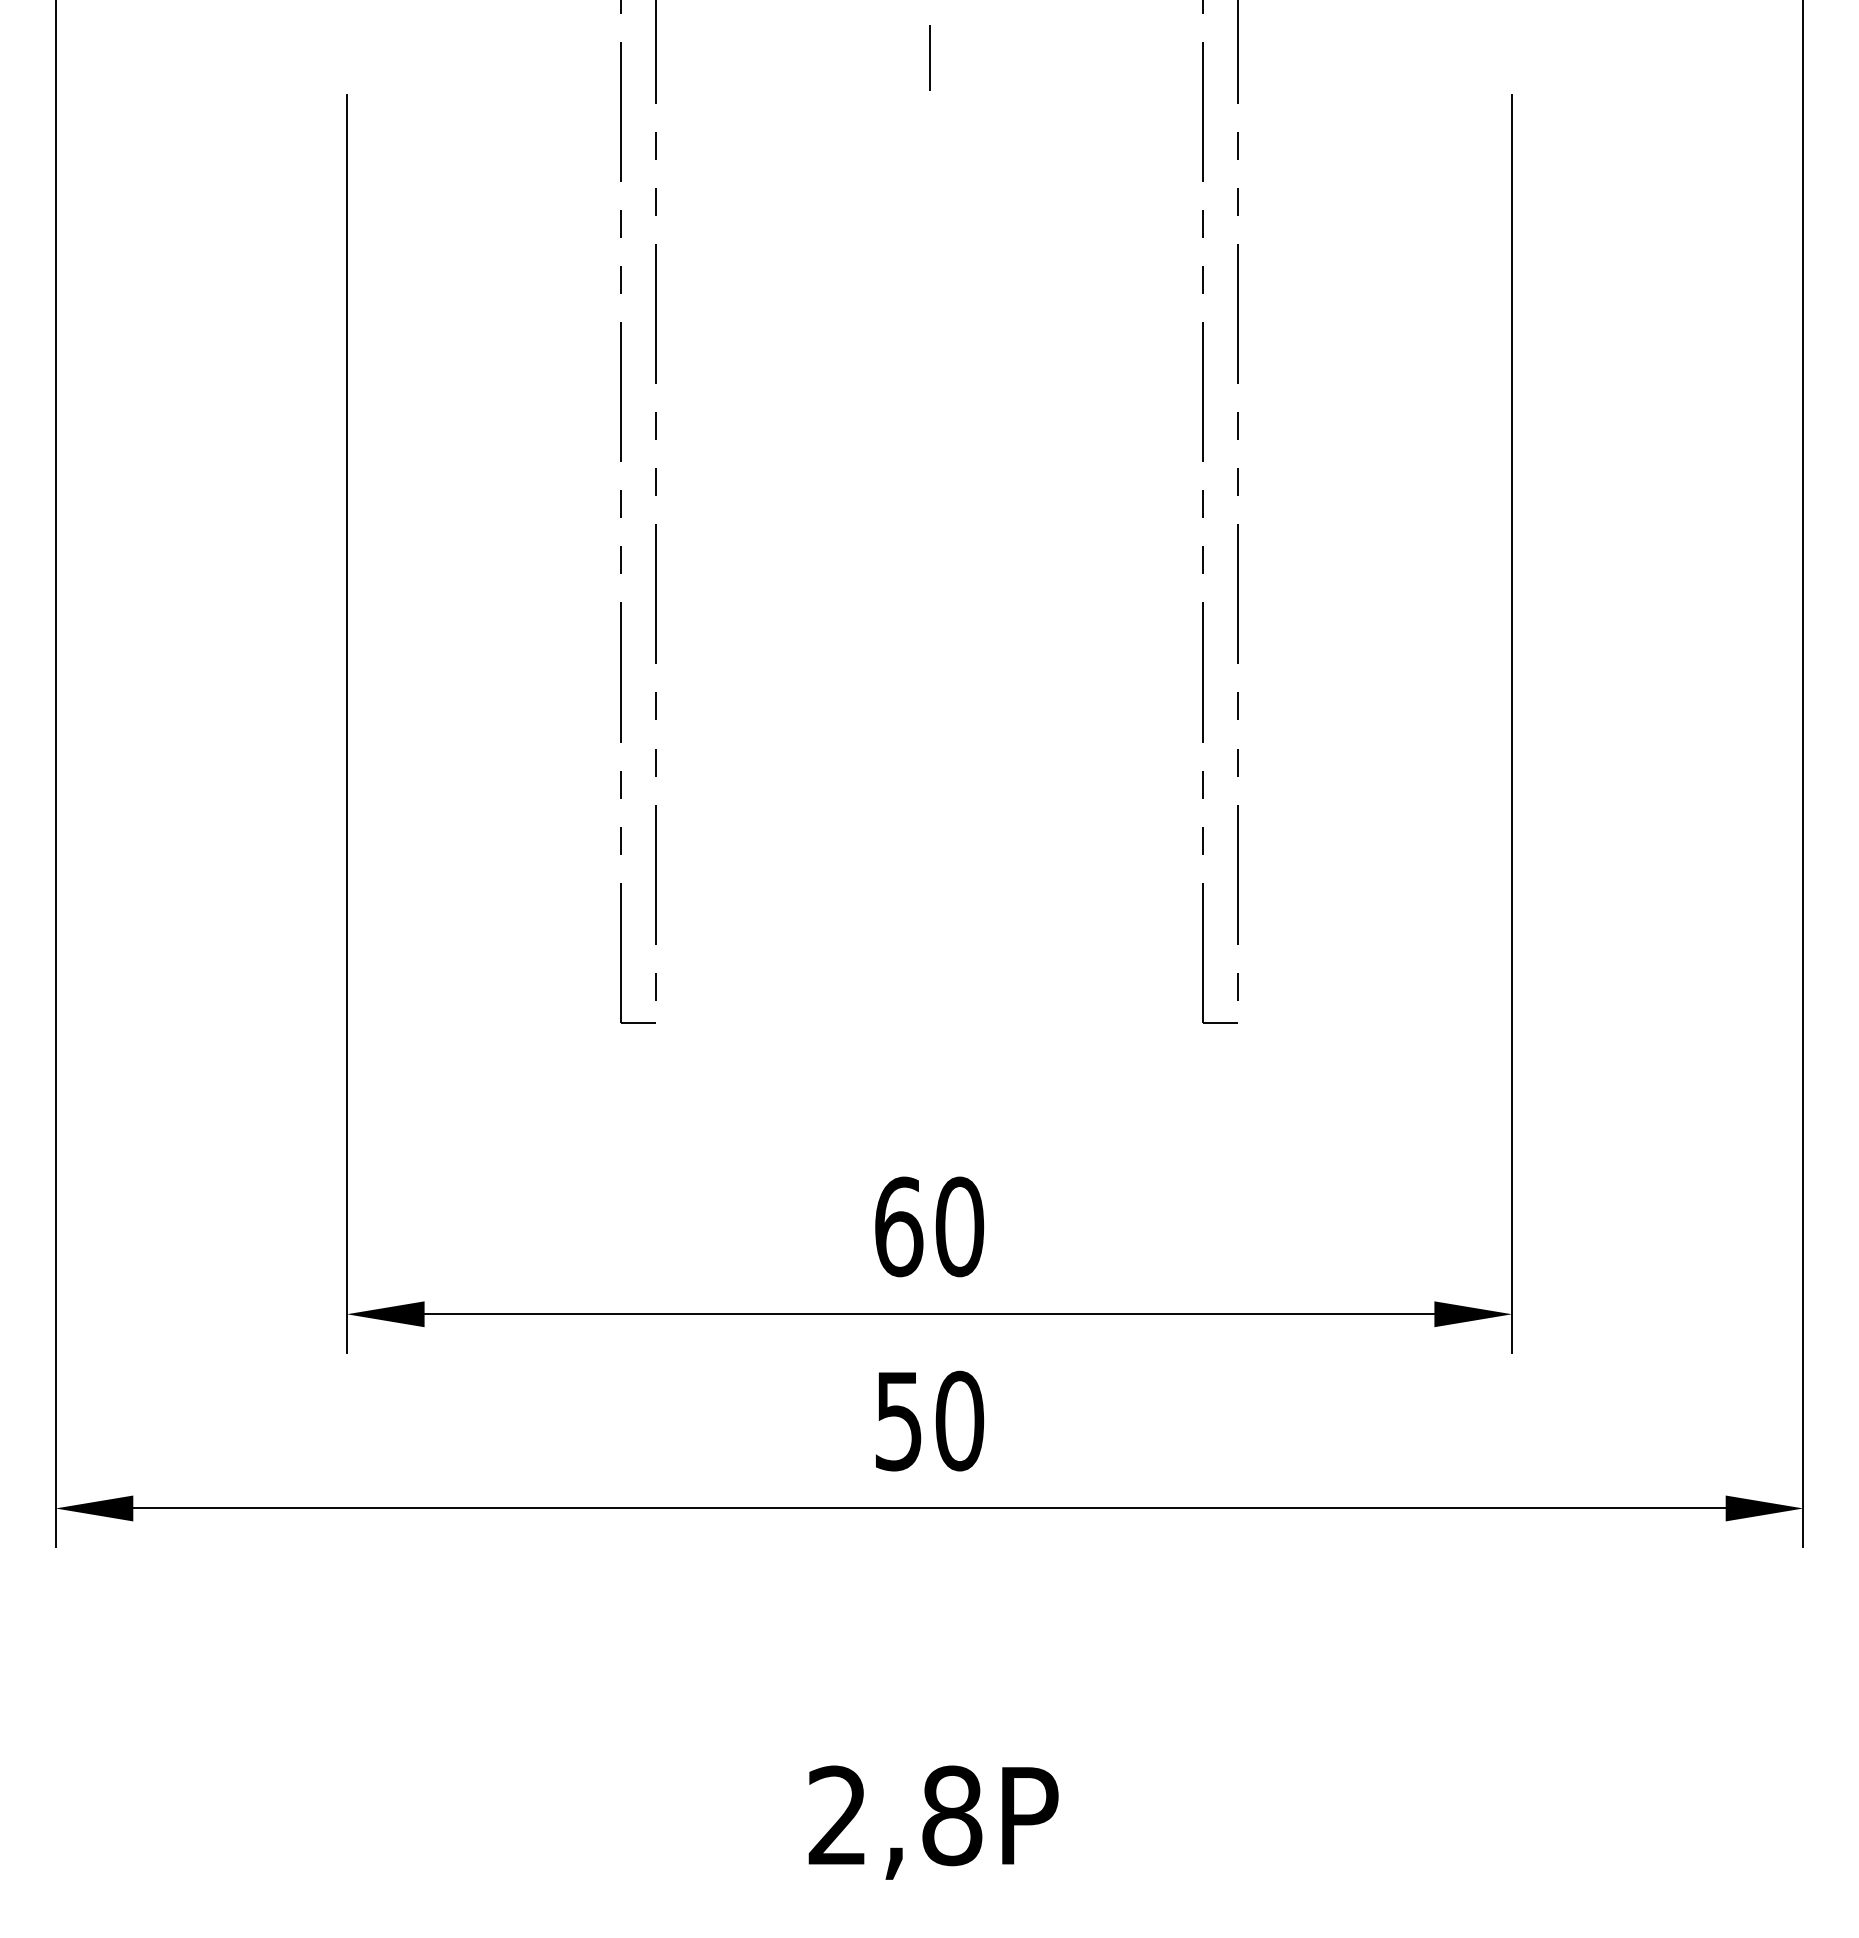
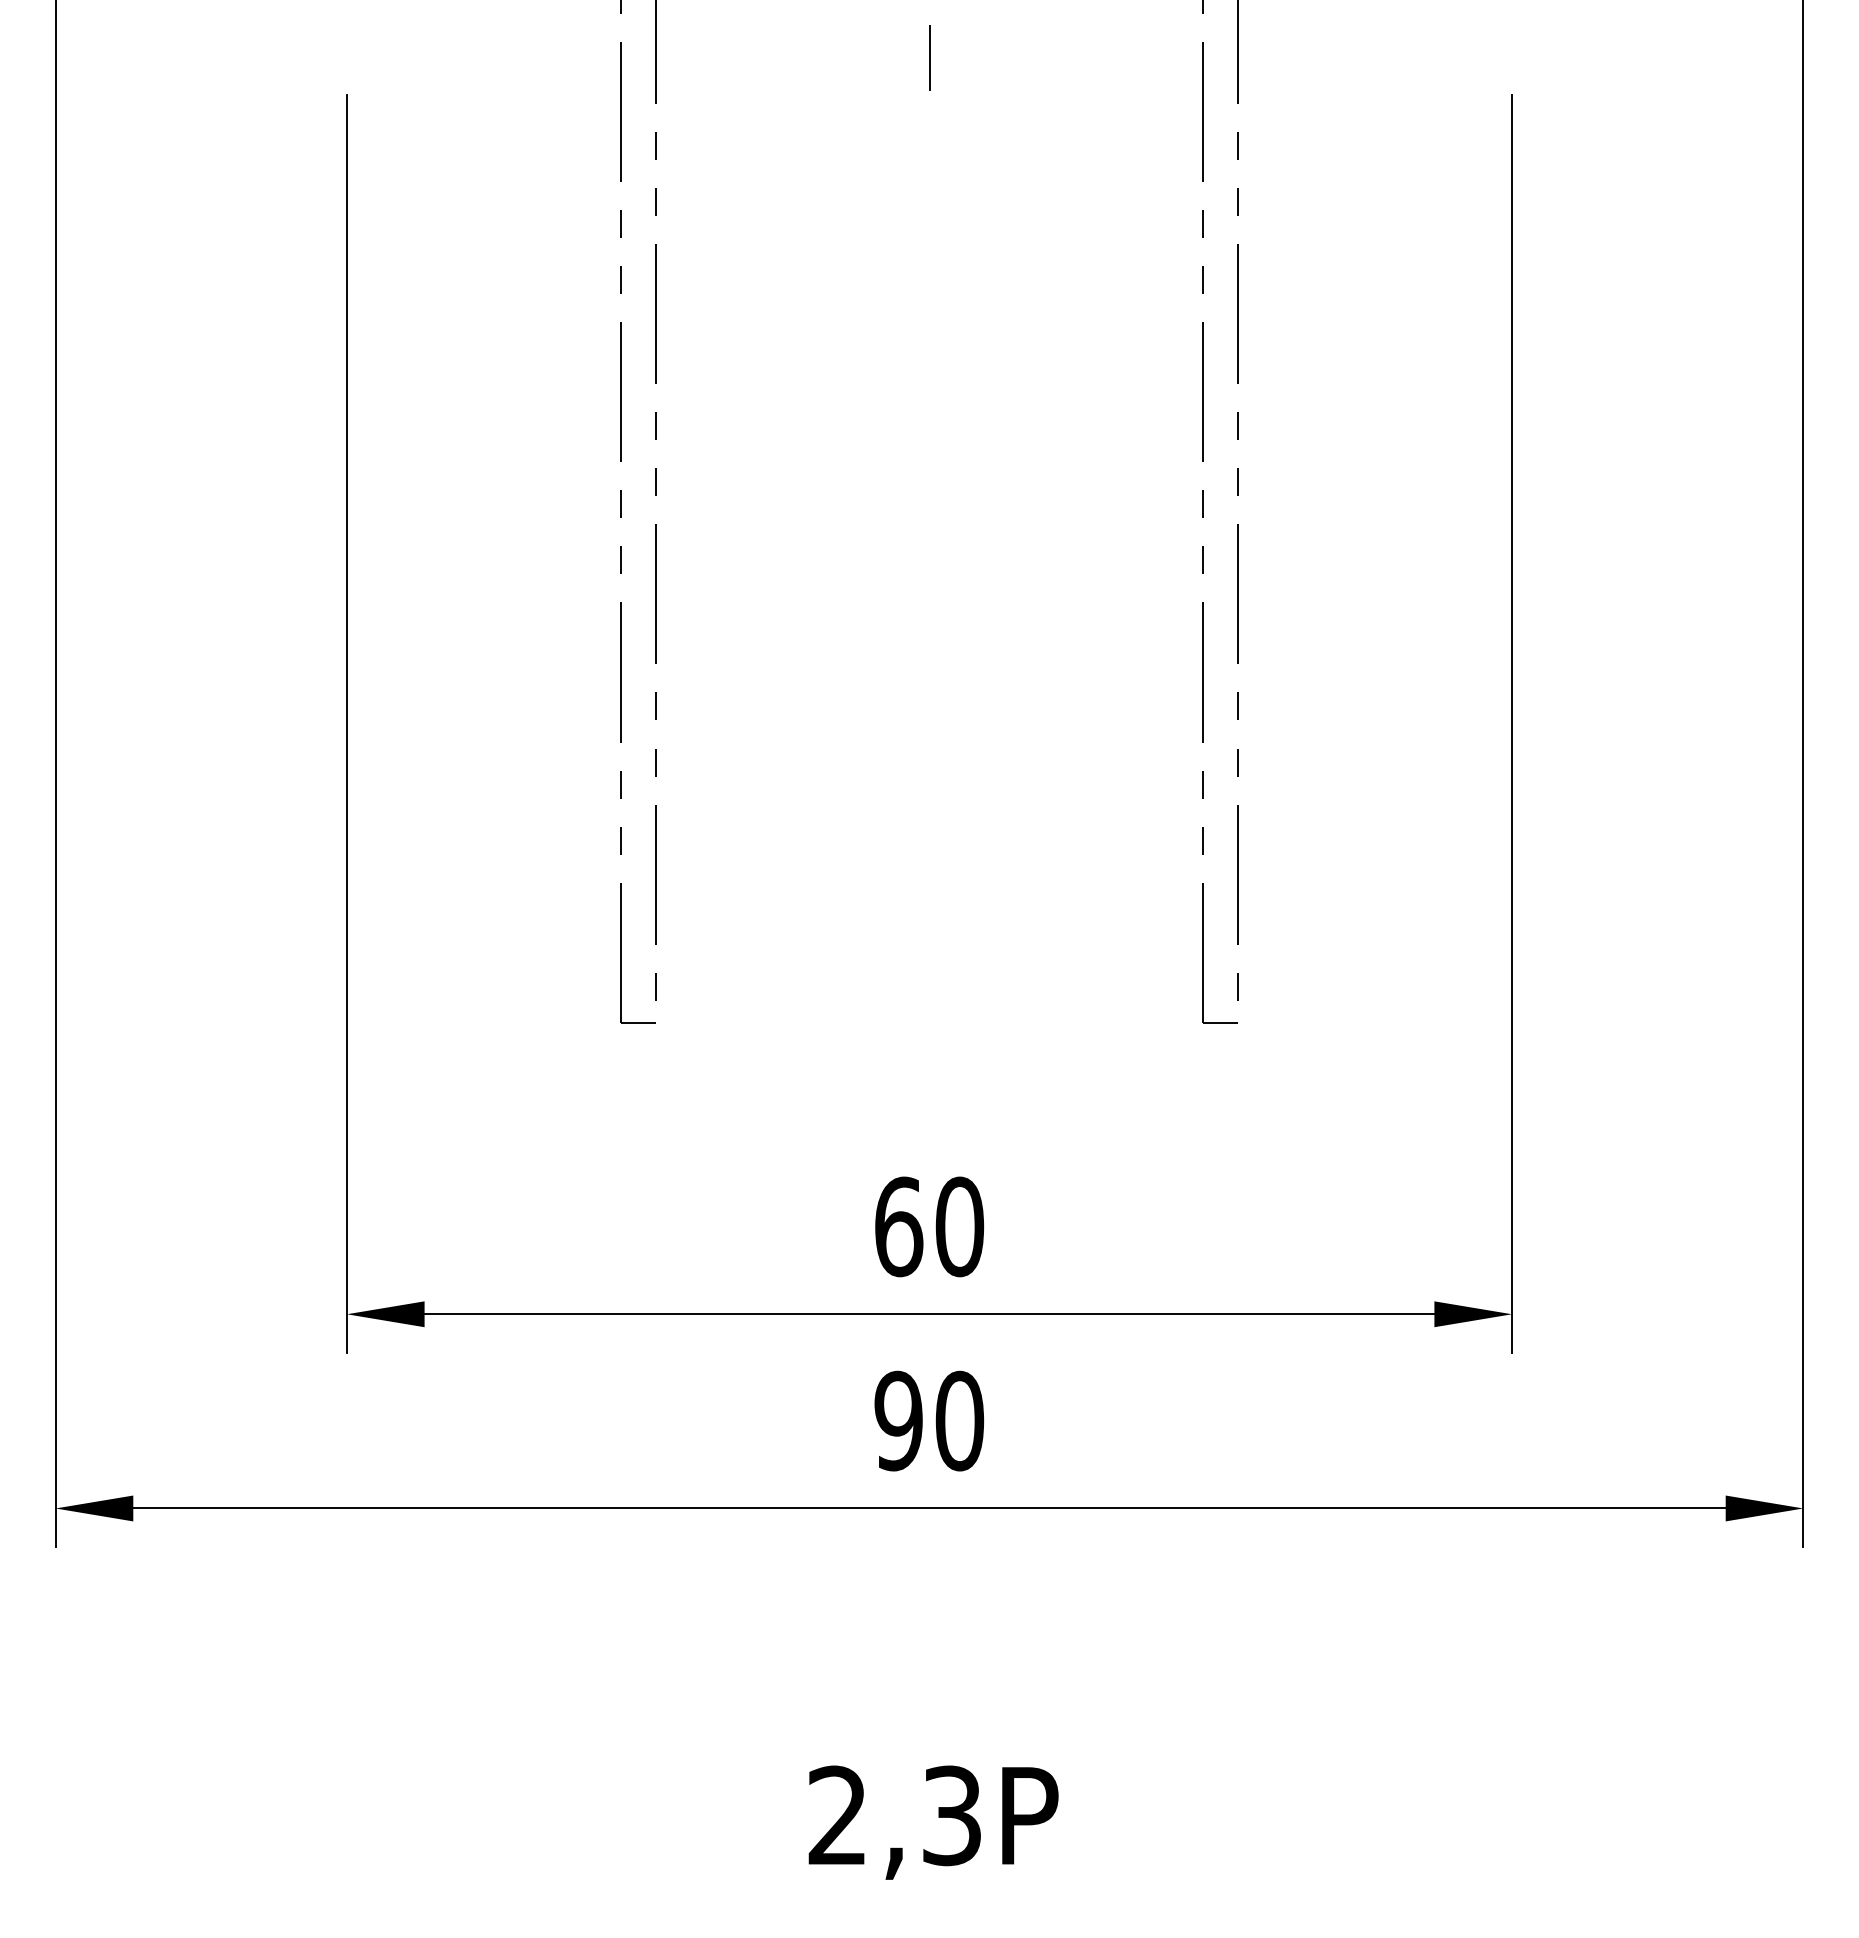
text at (898, 1420): 50 -> 90
text at (952, 1815): 2,8P -> 2,3P
